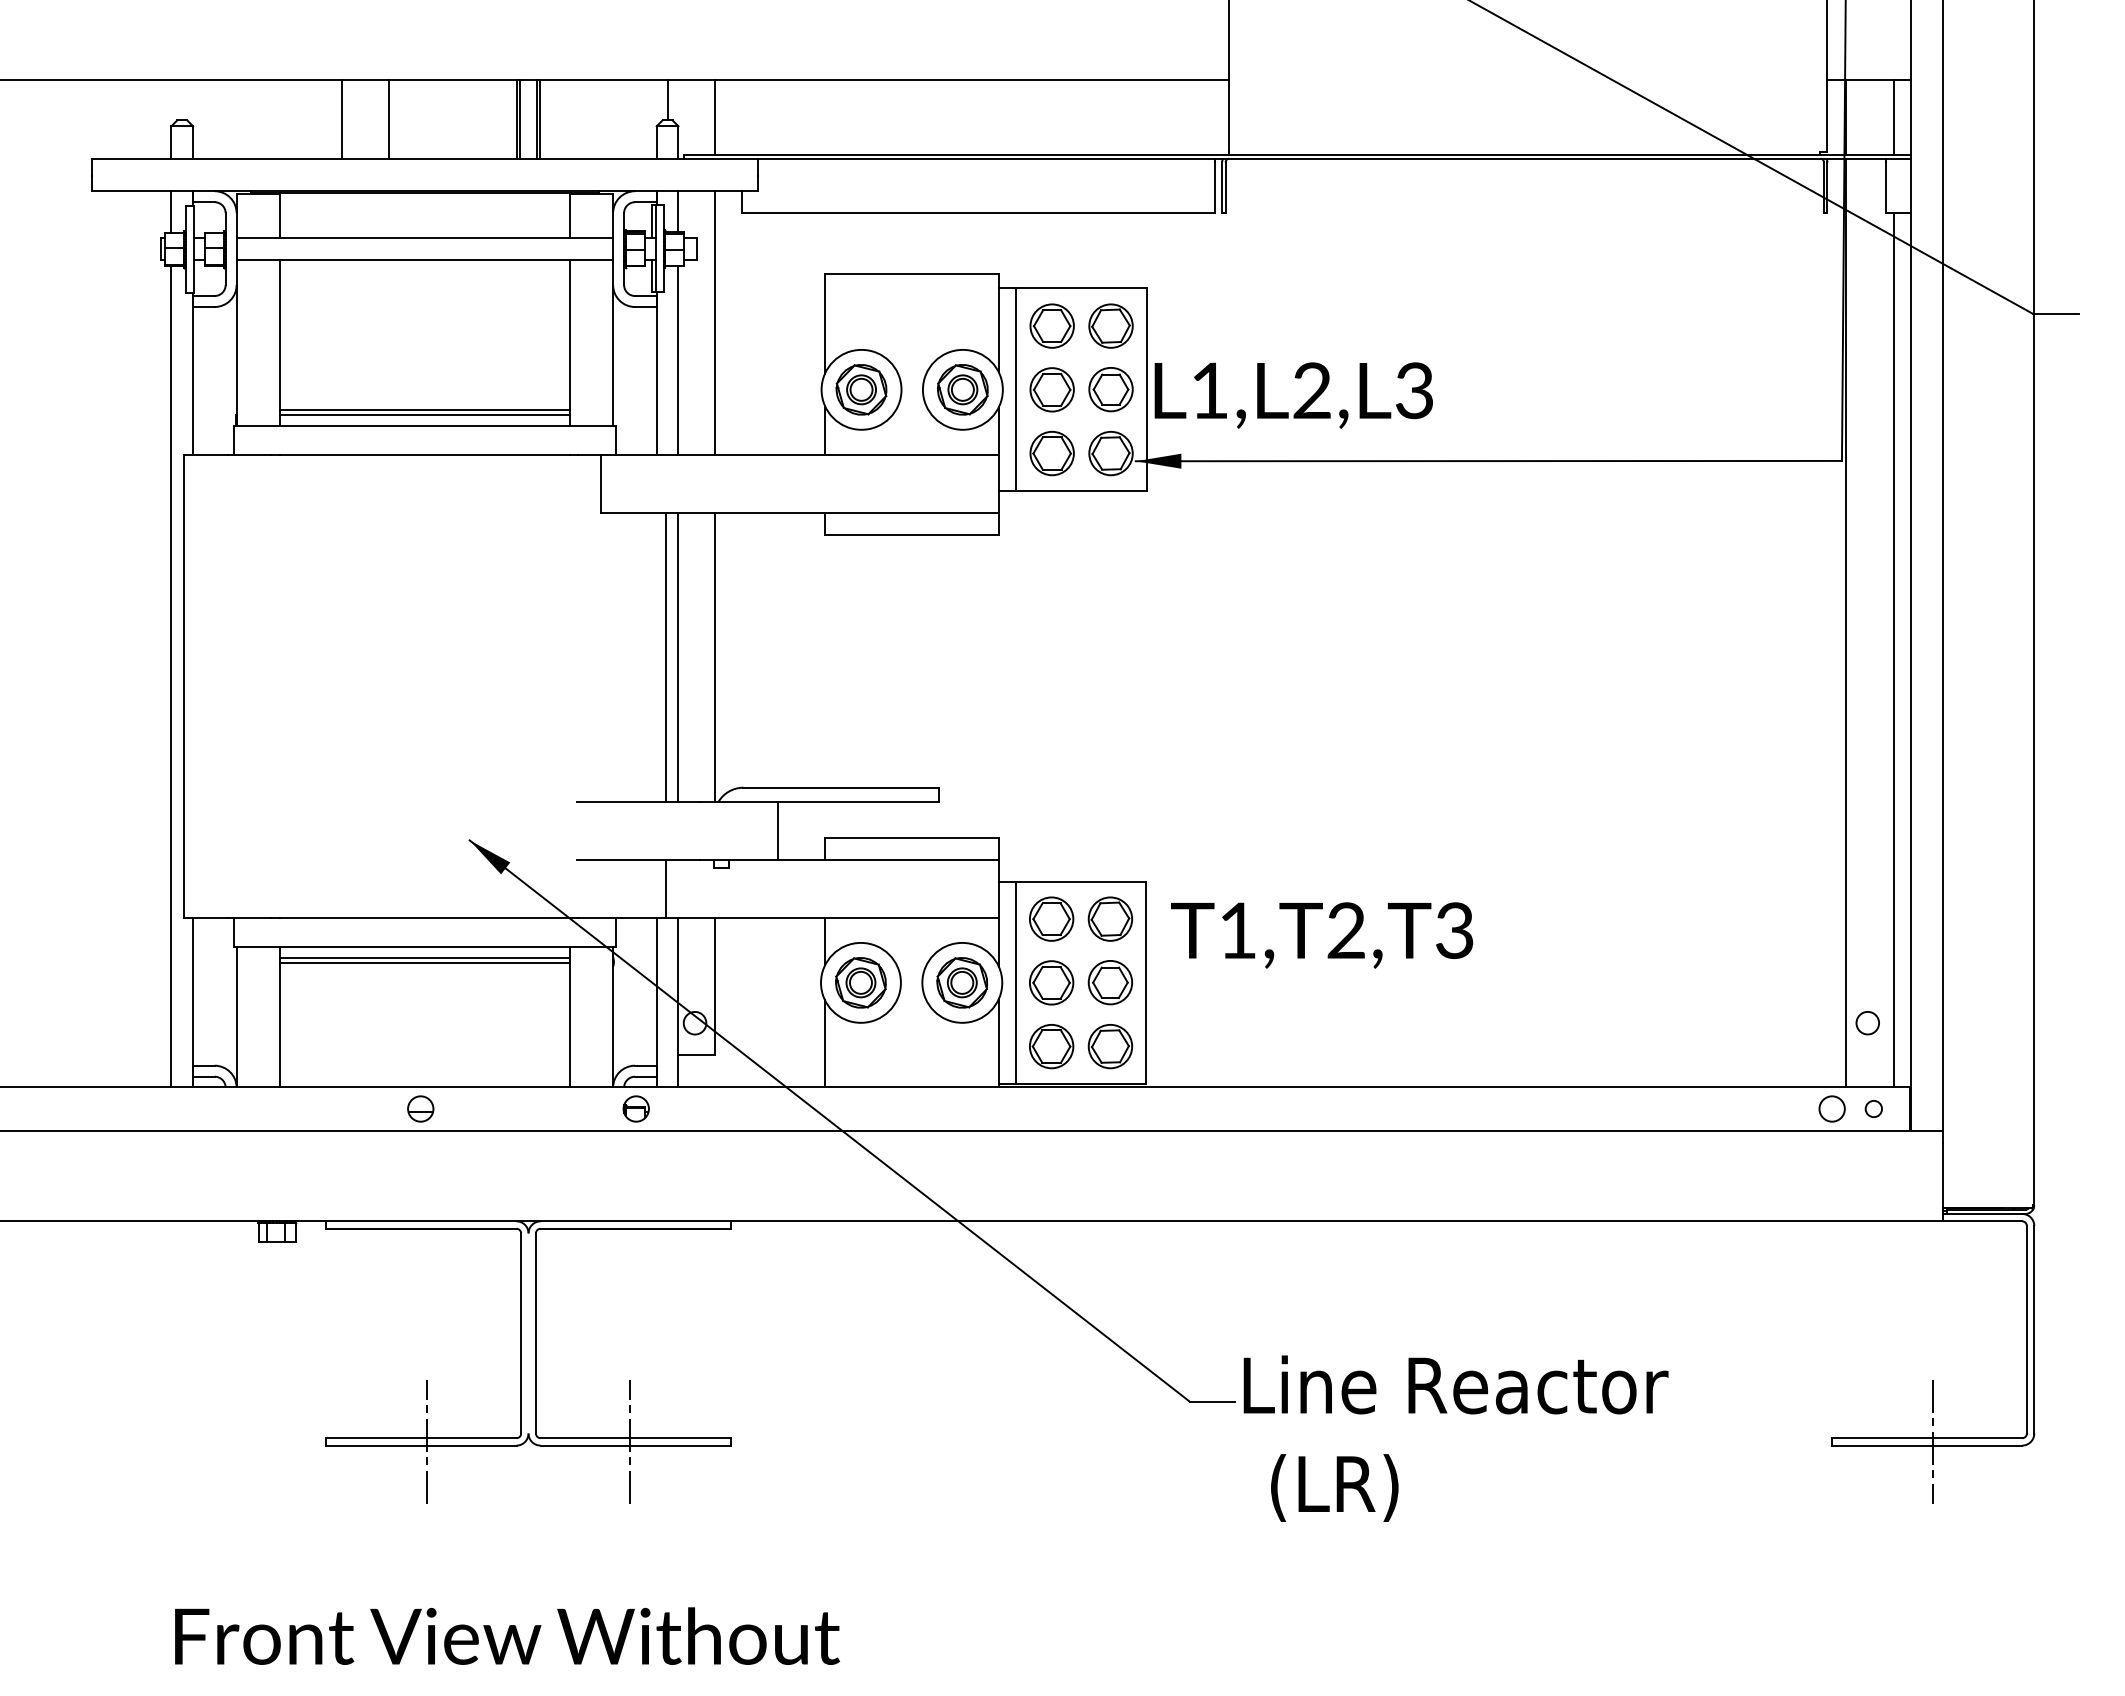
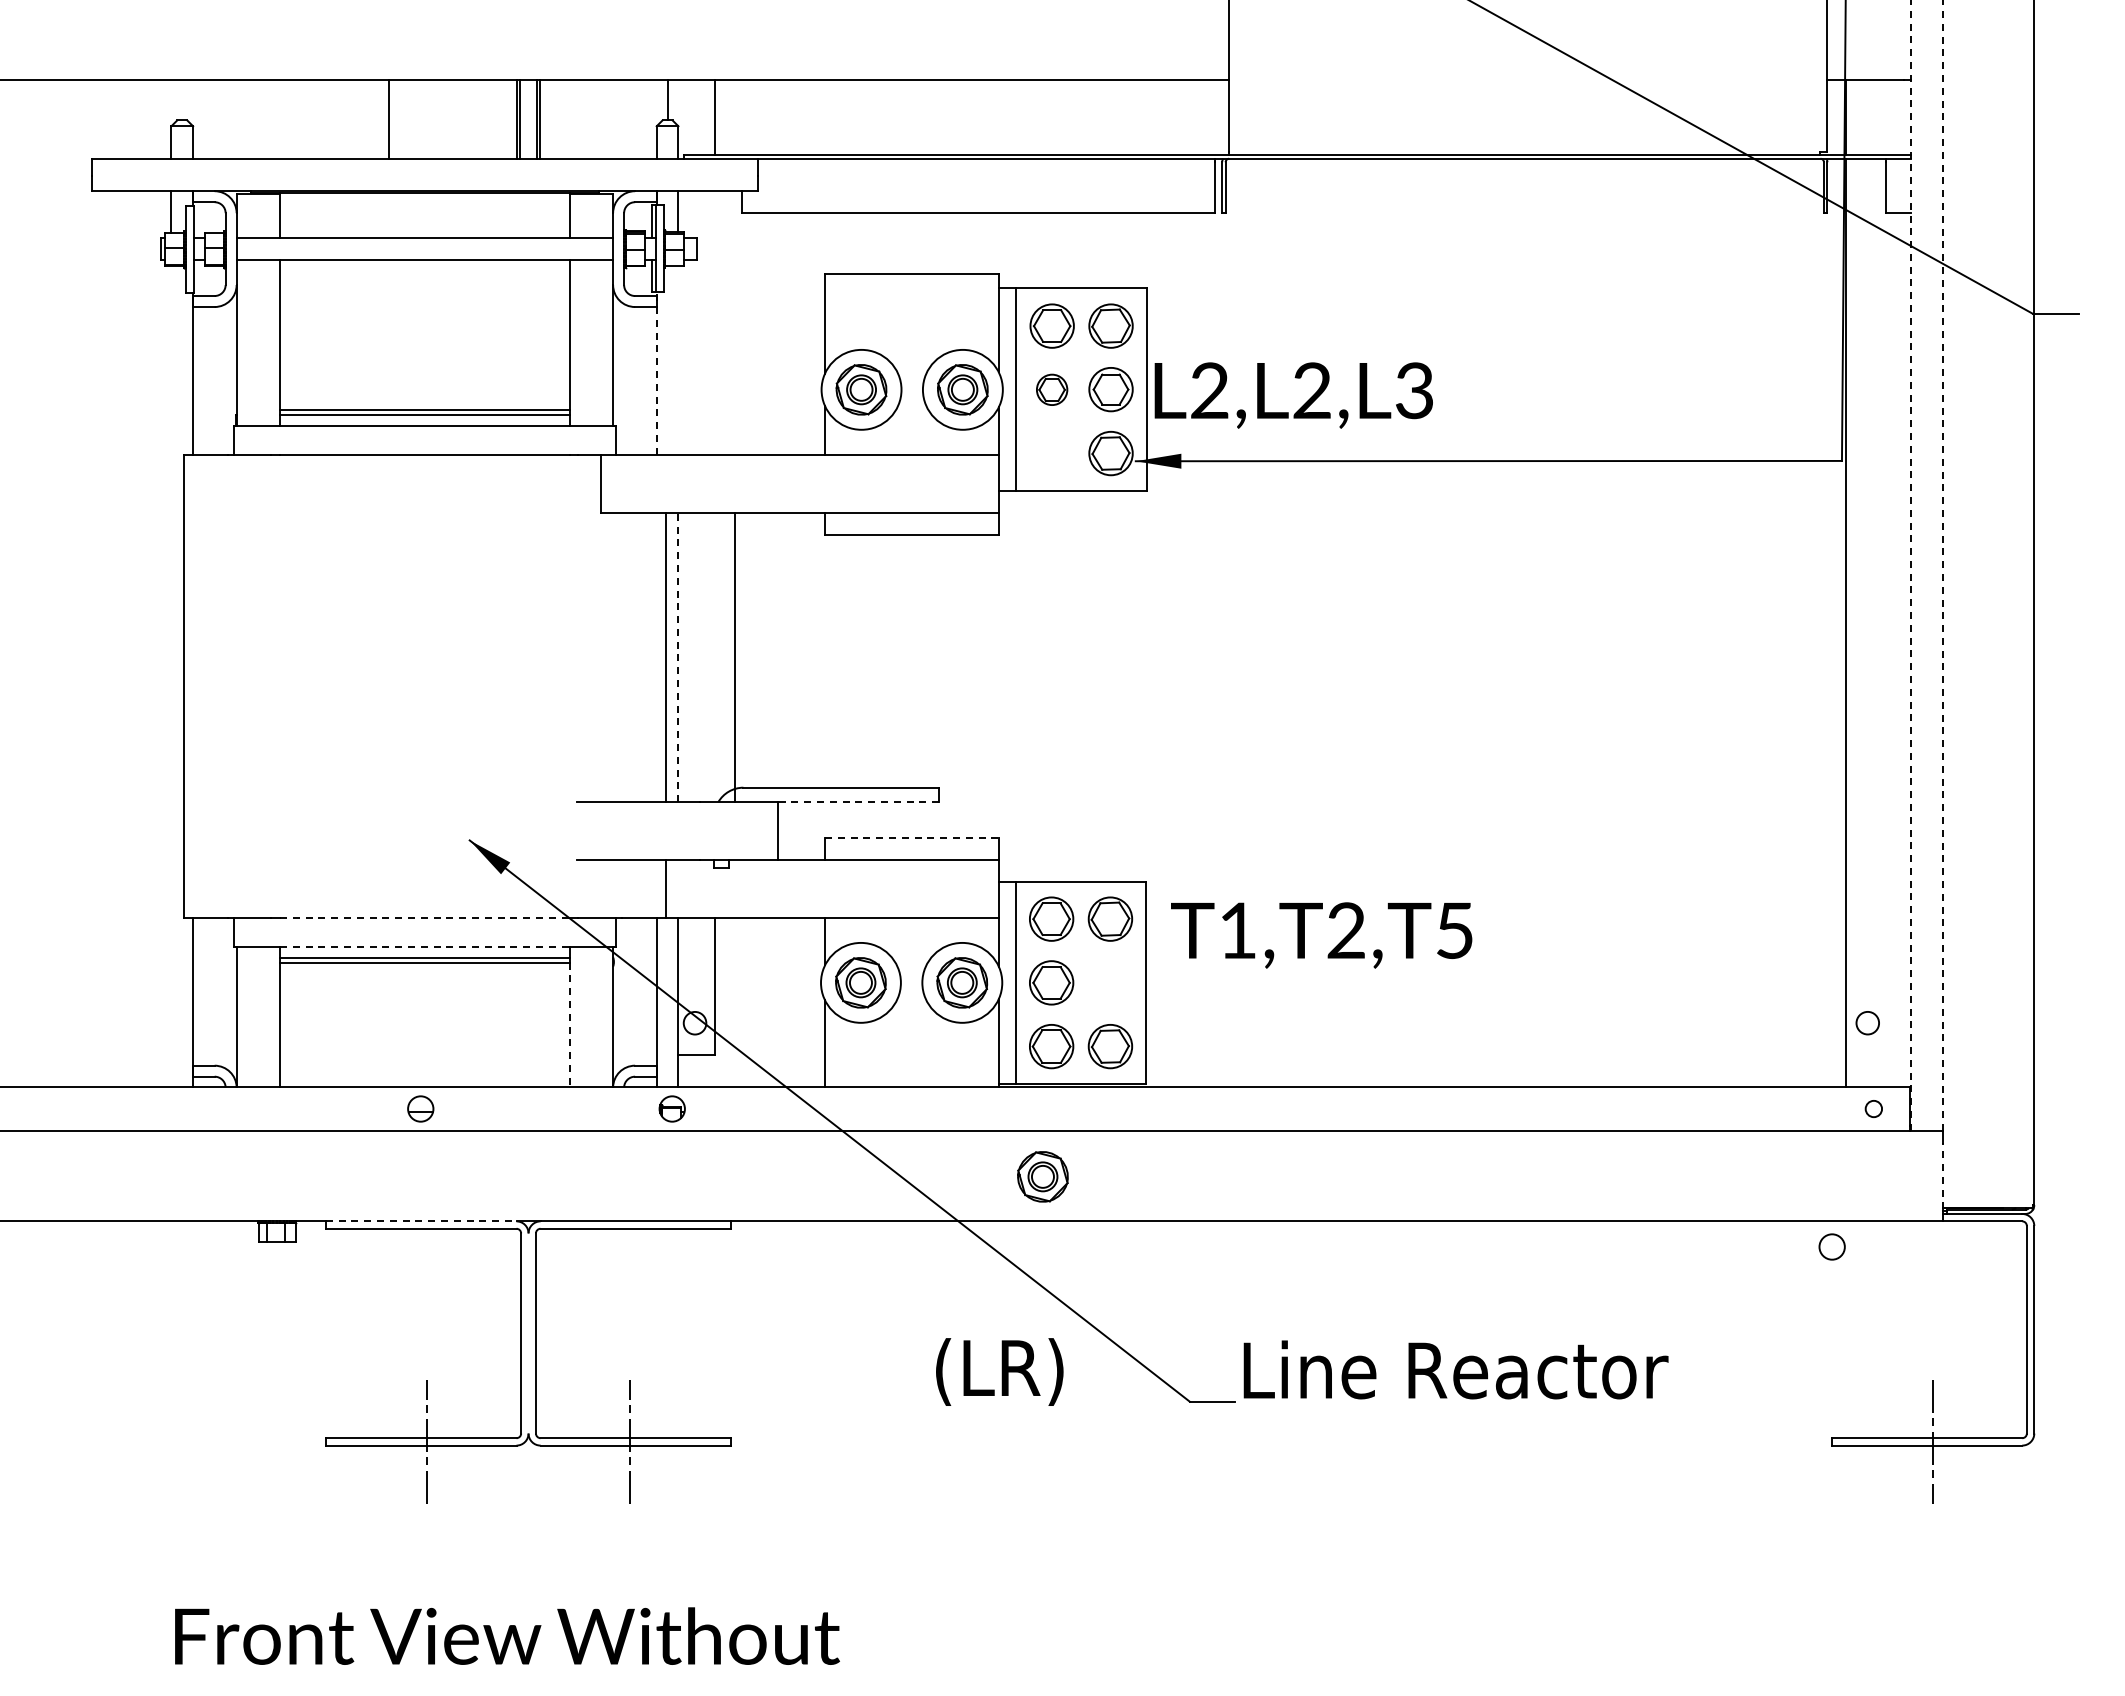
line at (1893, 117): present -> none
line at (341, 119): present -> none
line at (715, 322): present -> none
line at (678, 359): present -> none
line at (656, 372): solid -> dashed
part at (1051, 389) size: 46x46 px -> 33x33 px
text at (1209, 390): L1,L2,L3 -> L2,L2,L3
part at (1051, 453): present -> none
line at (1911, 565): solid -> dashed
line at (1943, 566): solid -> dashed
line at (1893, 650): present -> none
line at (678, 657): solid -> dashed
line at (715, 657) position: (715, 657) -> (735, 657)
line at (171, 676): present -> none
line at (858, 802): solid -> dashed
line at (911, 838): solid -> dashed
line at (424, 918): solid -> dashed
text at (1454, 930): T1,T2,T3 -> T1,T2,T5
line at (424, 946): solid -> dashed
part at (1110, 982): present -> none
line at (569, 1025): solid -> dashed
part at (635, 1108) position: (635, 1108) -> (671, 1108)
circle at (1831, 1108) position: (1831, 1108) -> (1831, 1246)
line at (1943, 1175): solid -> dashed
part at (1042, 1176): none -> present
line at (421, 1221): solid -> dashed
text at (1455, 1384) position: (1455, 1384) -> (1455, 1369)
text at (1334, 1487) position: (1334, 1487) -> (999, 1371)
